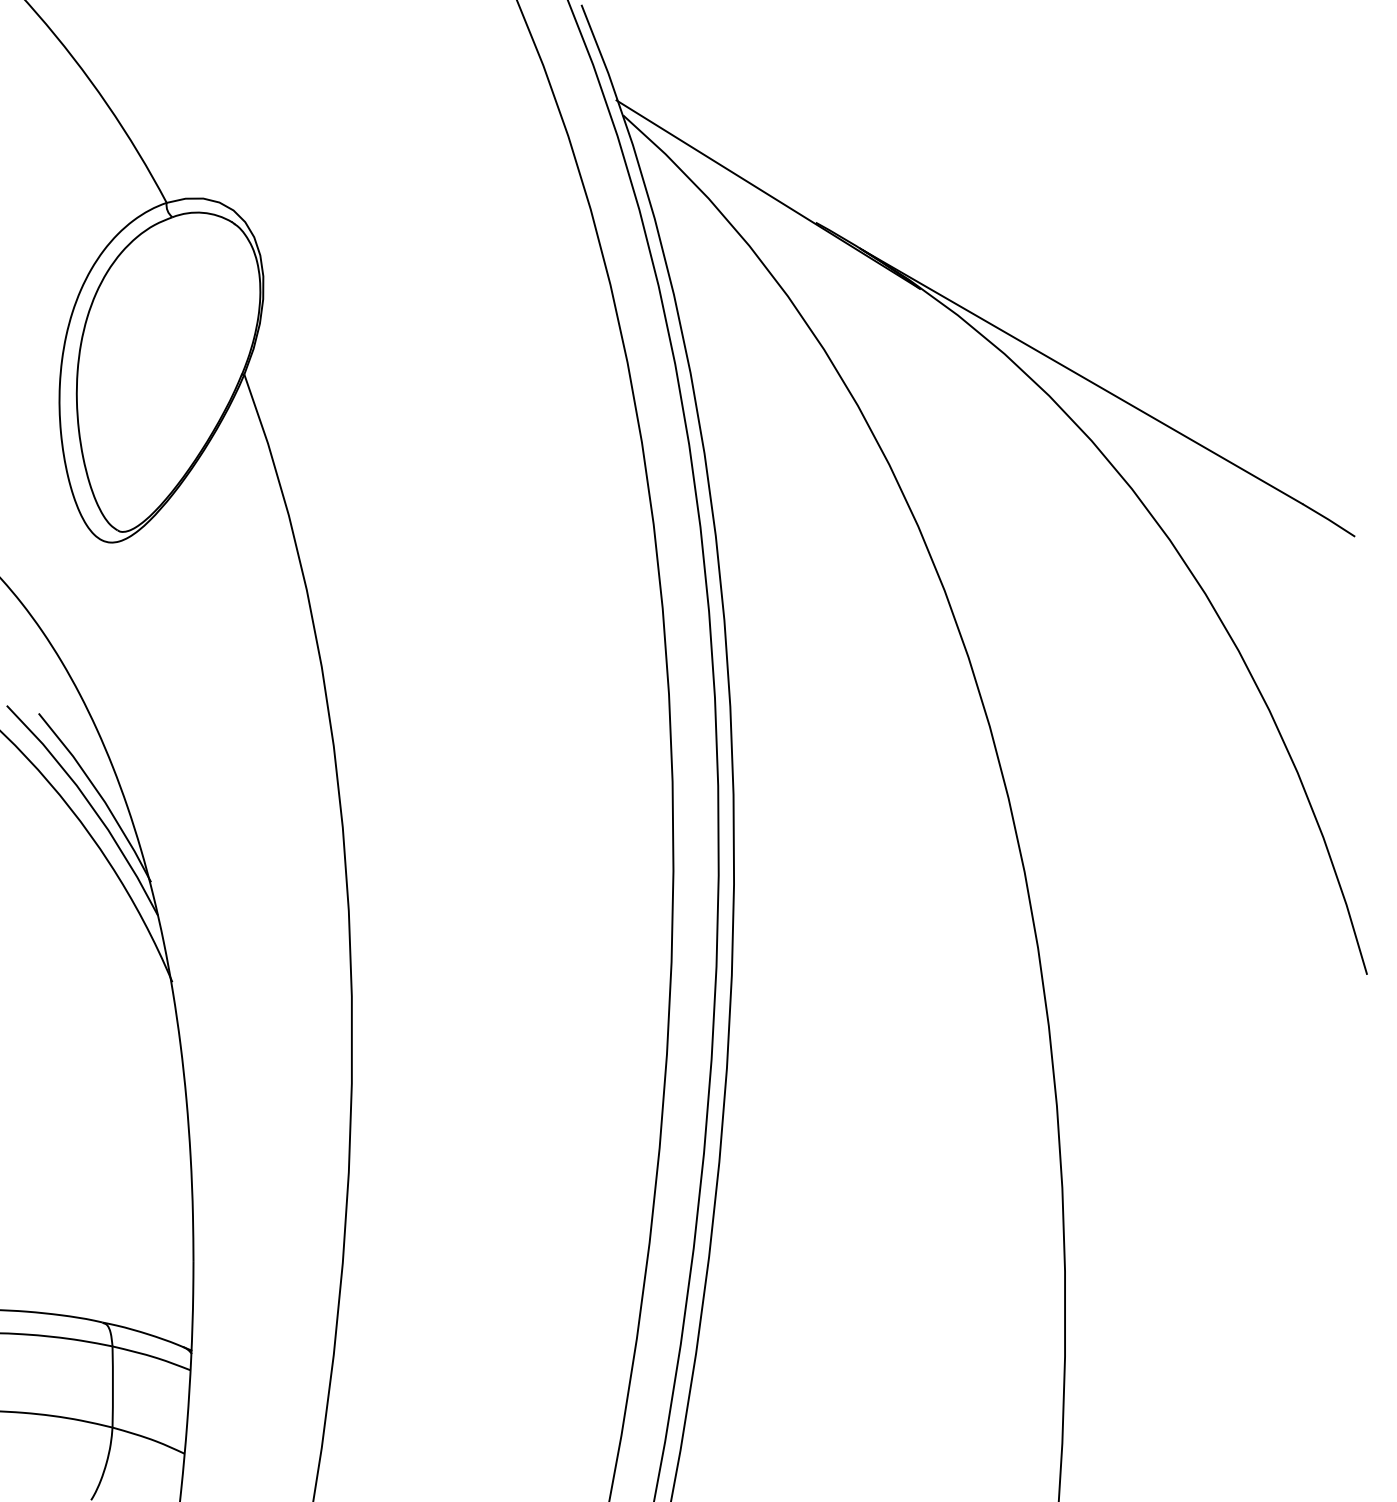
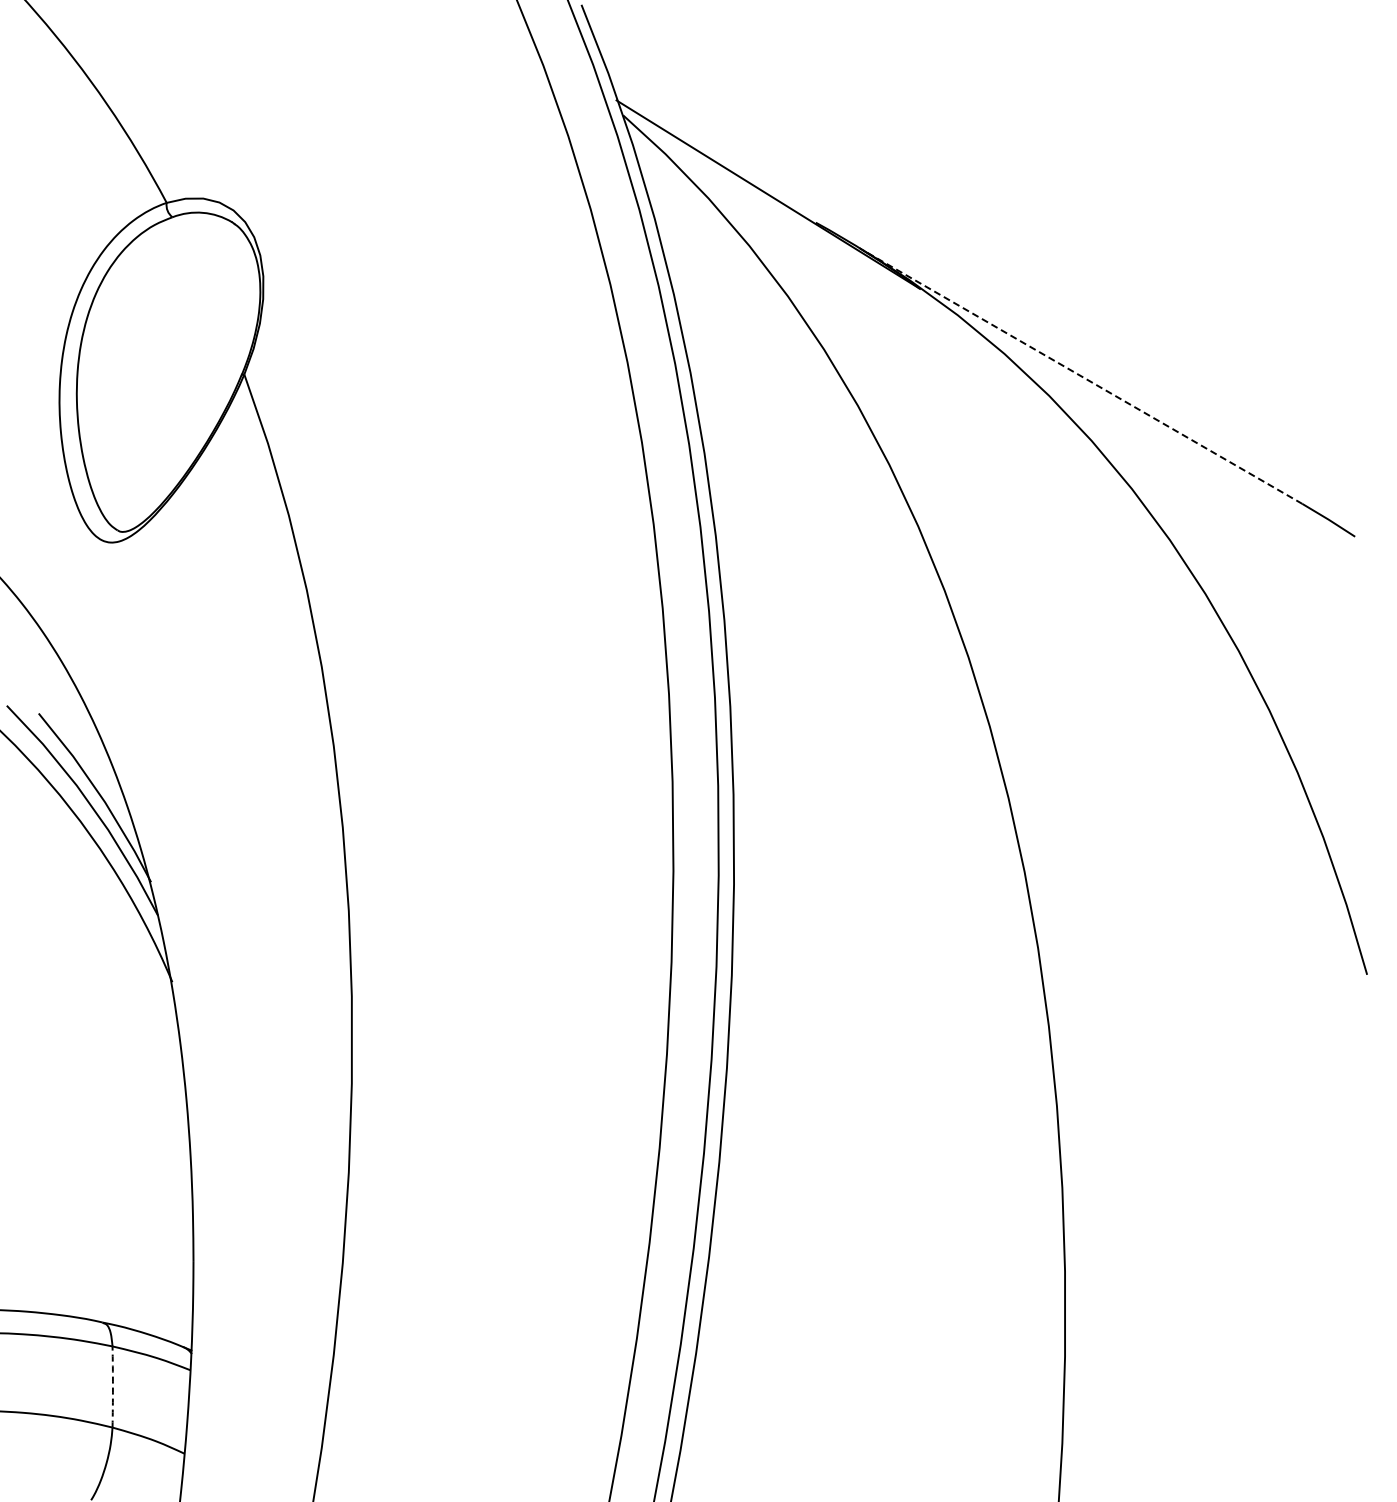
line at (1082, 377): solid -> dashed
arc at (112, 1387): solid -> dashed
